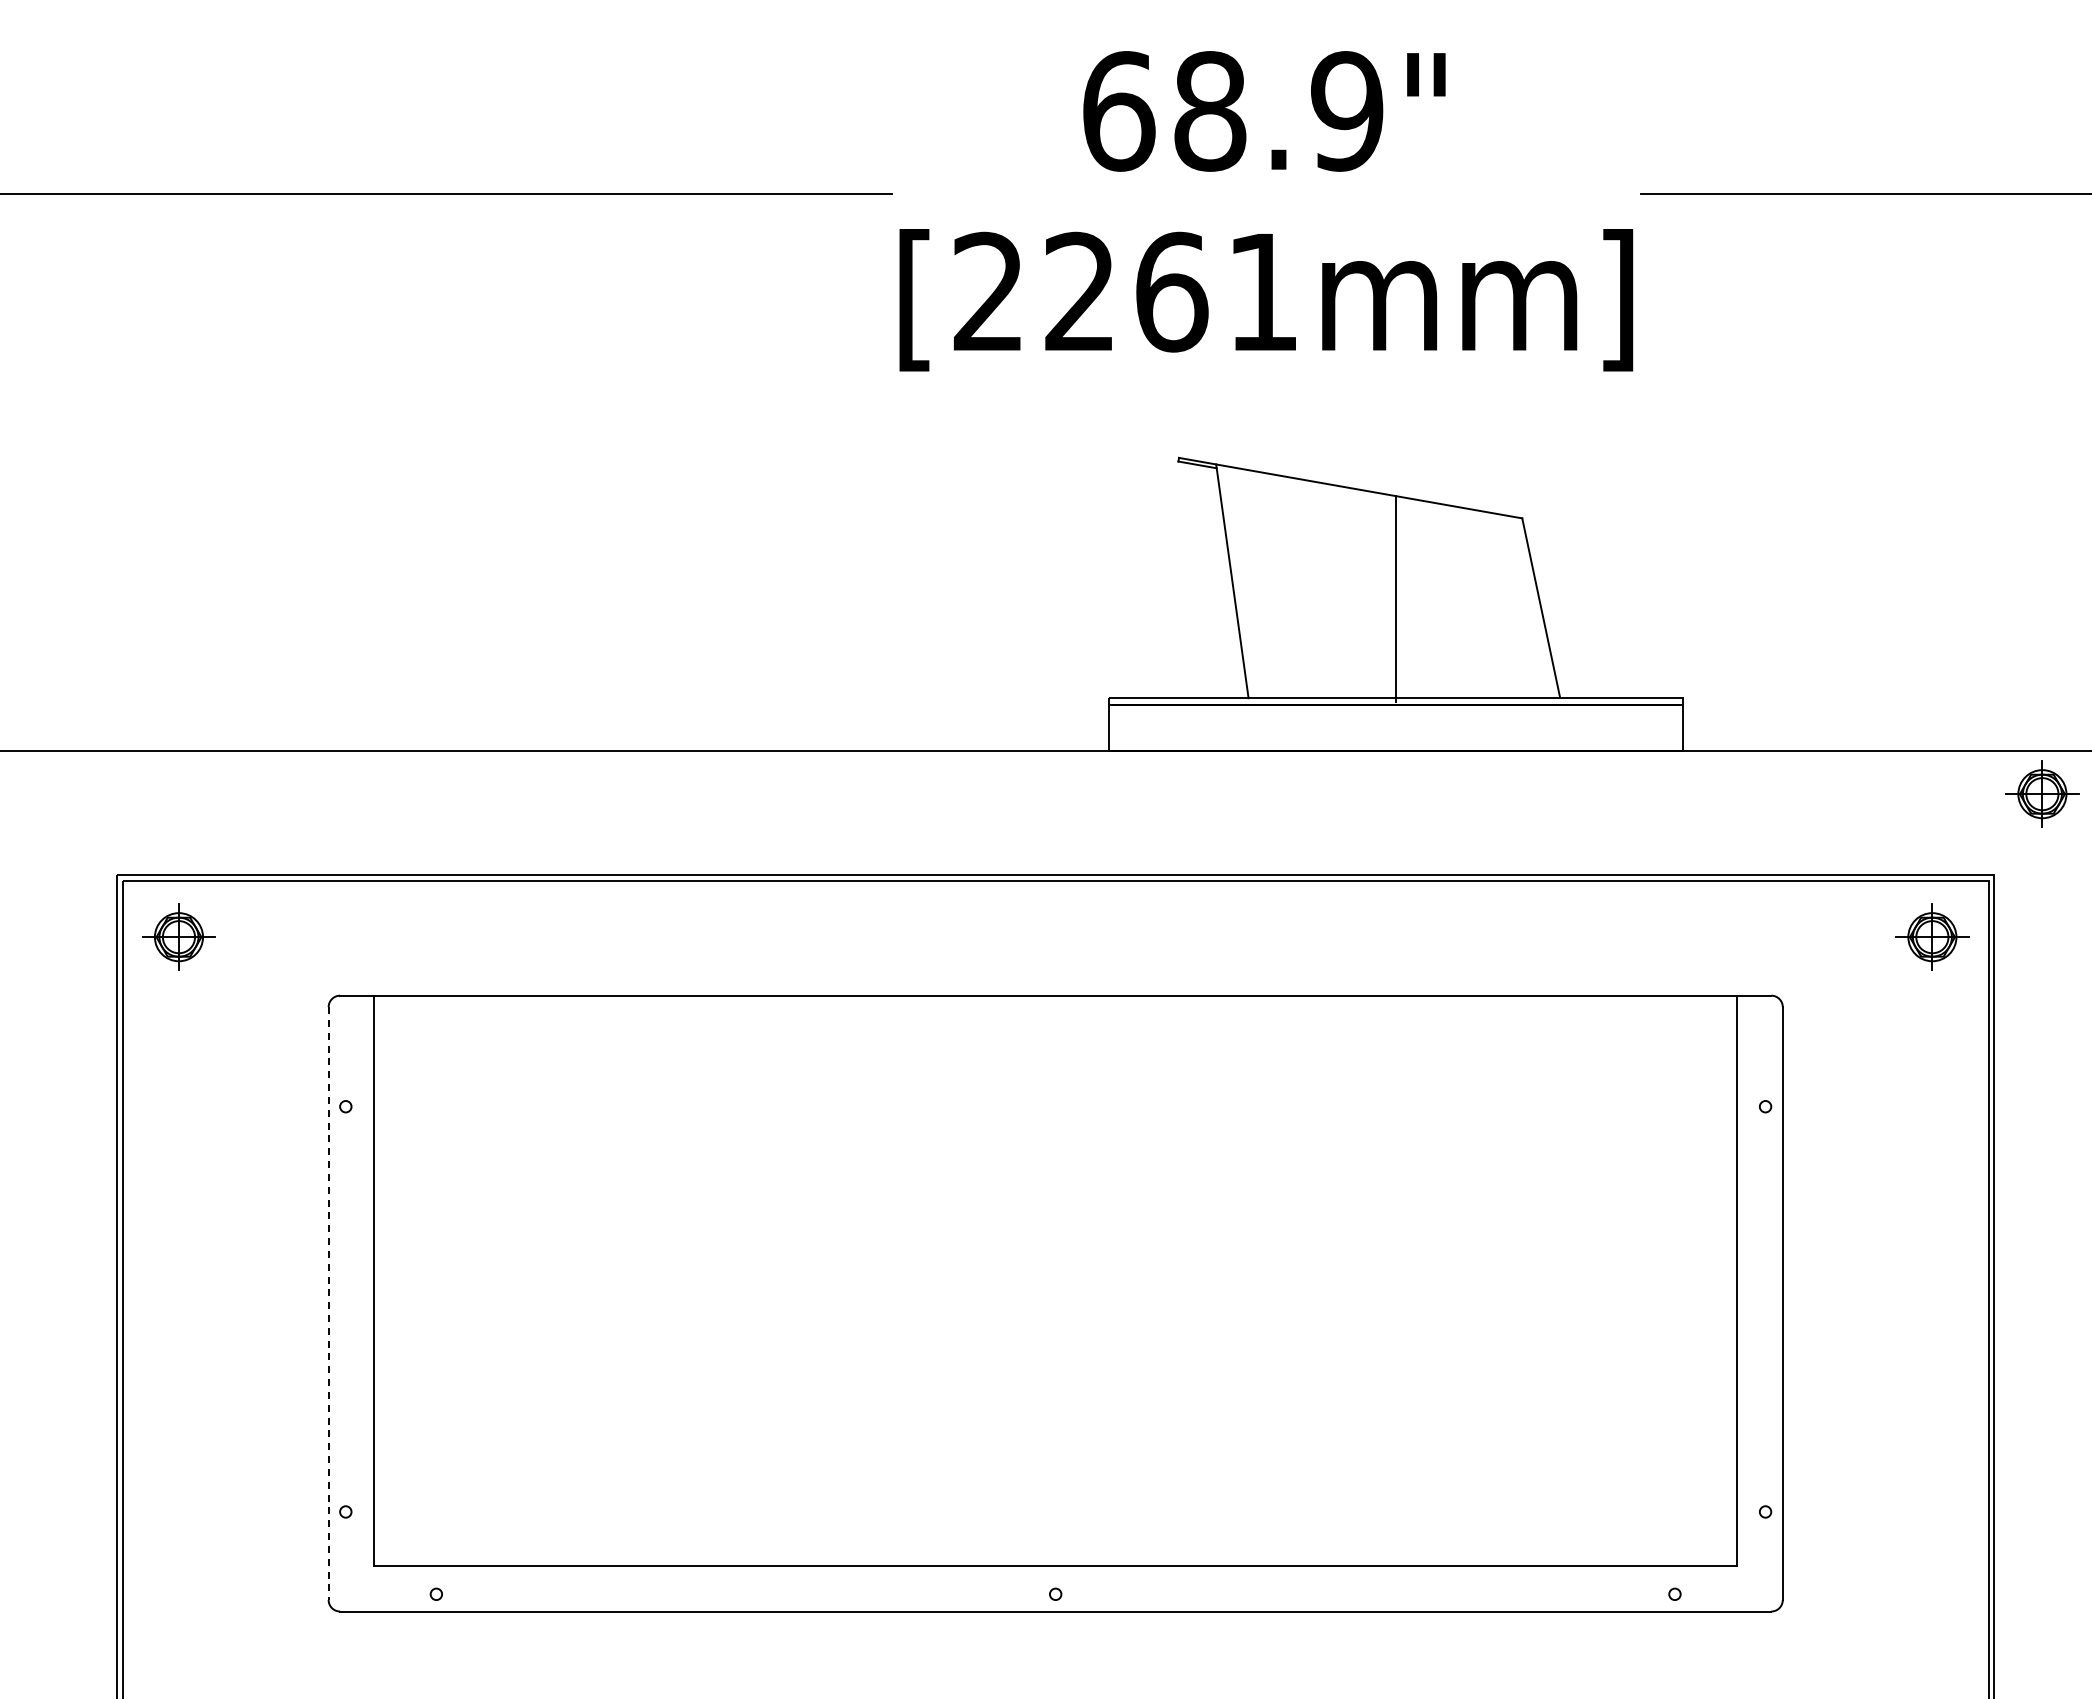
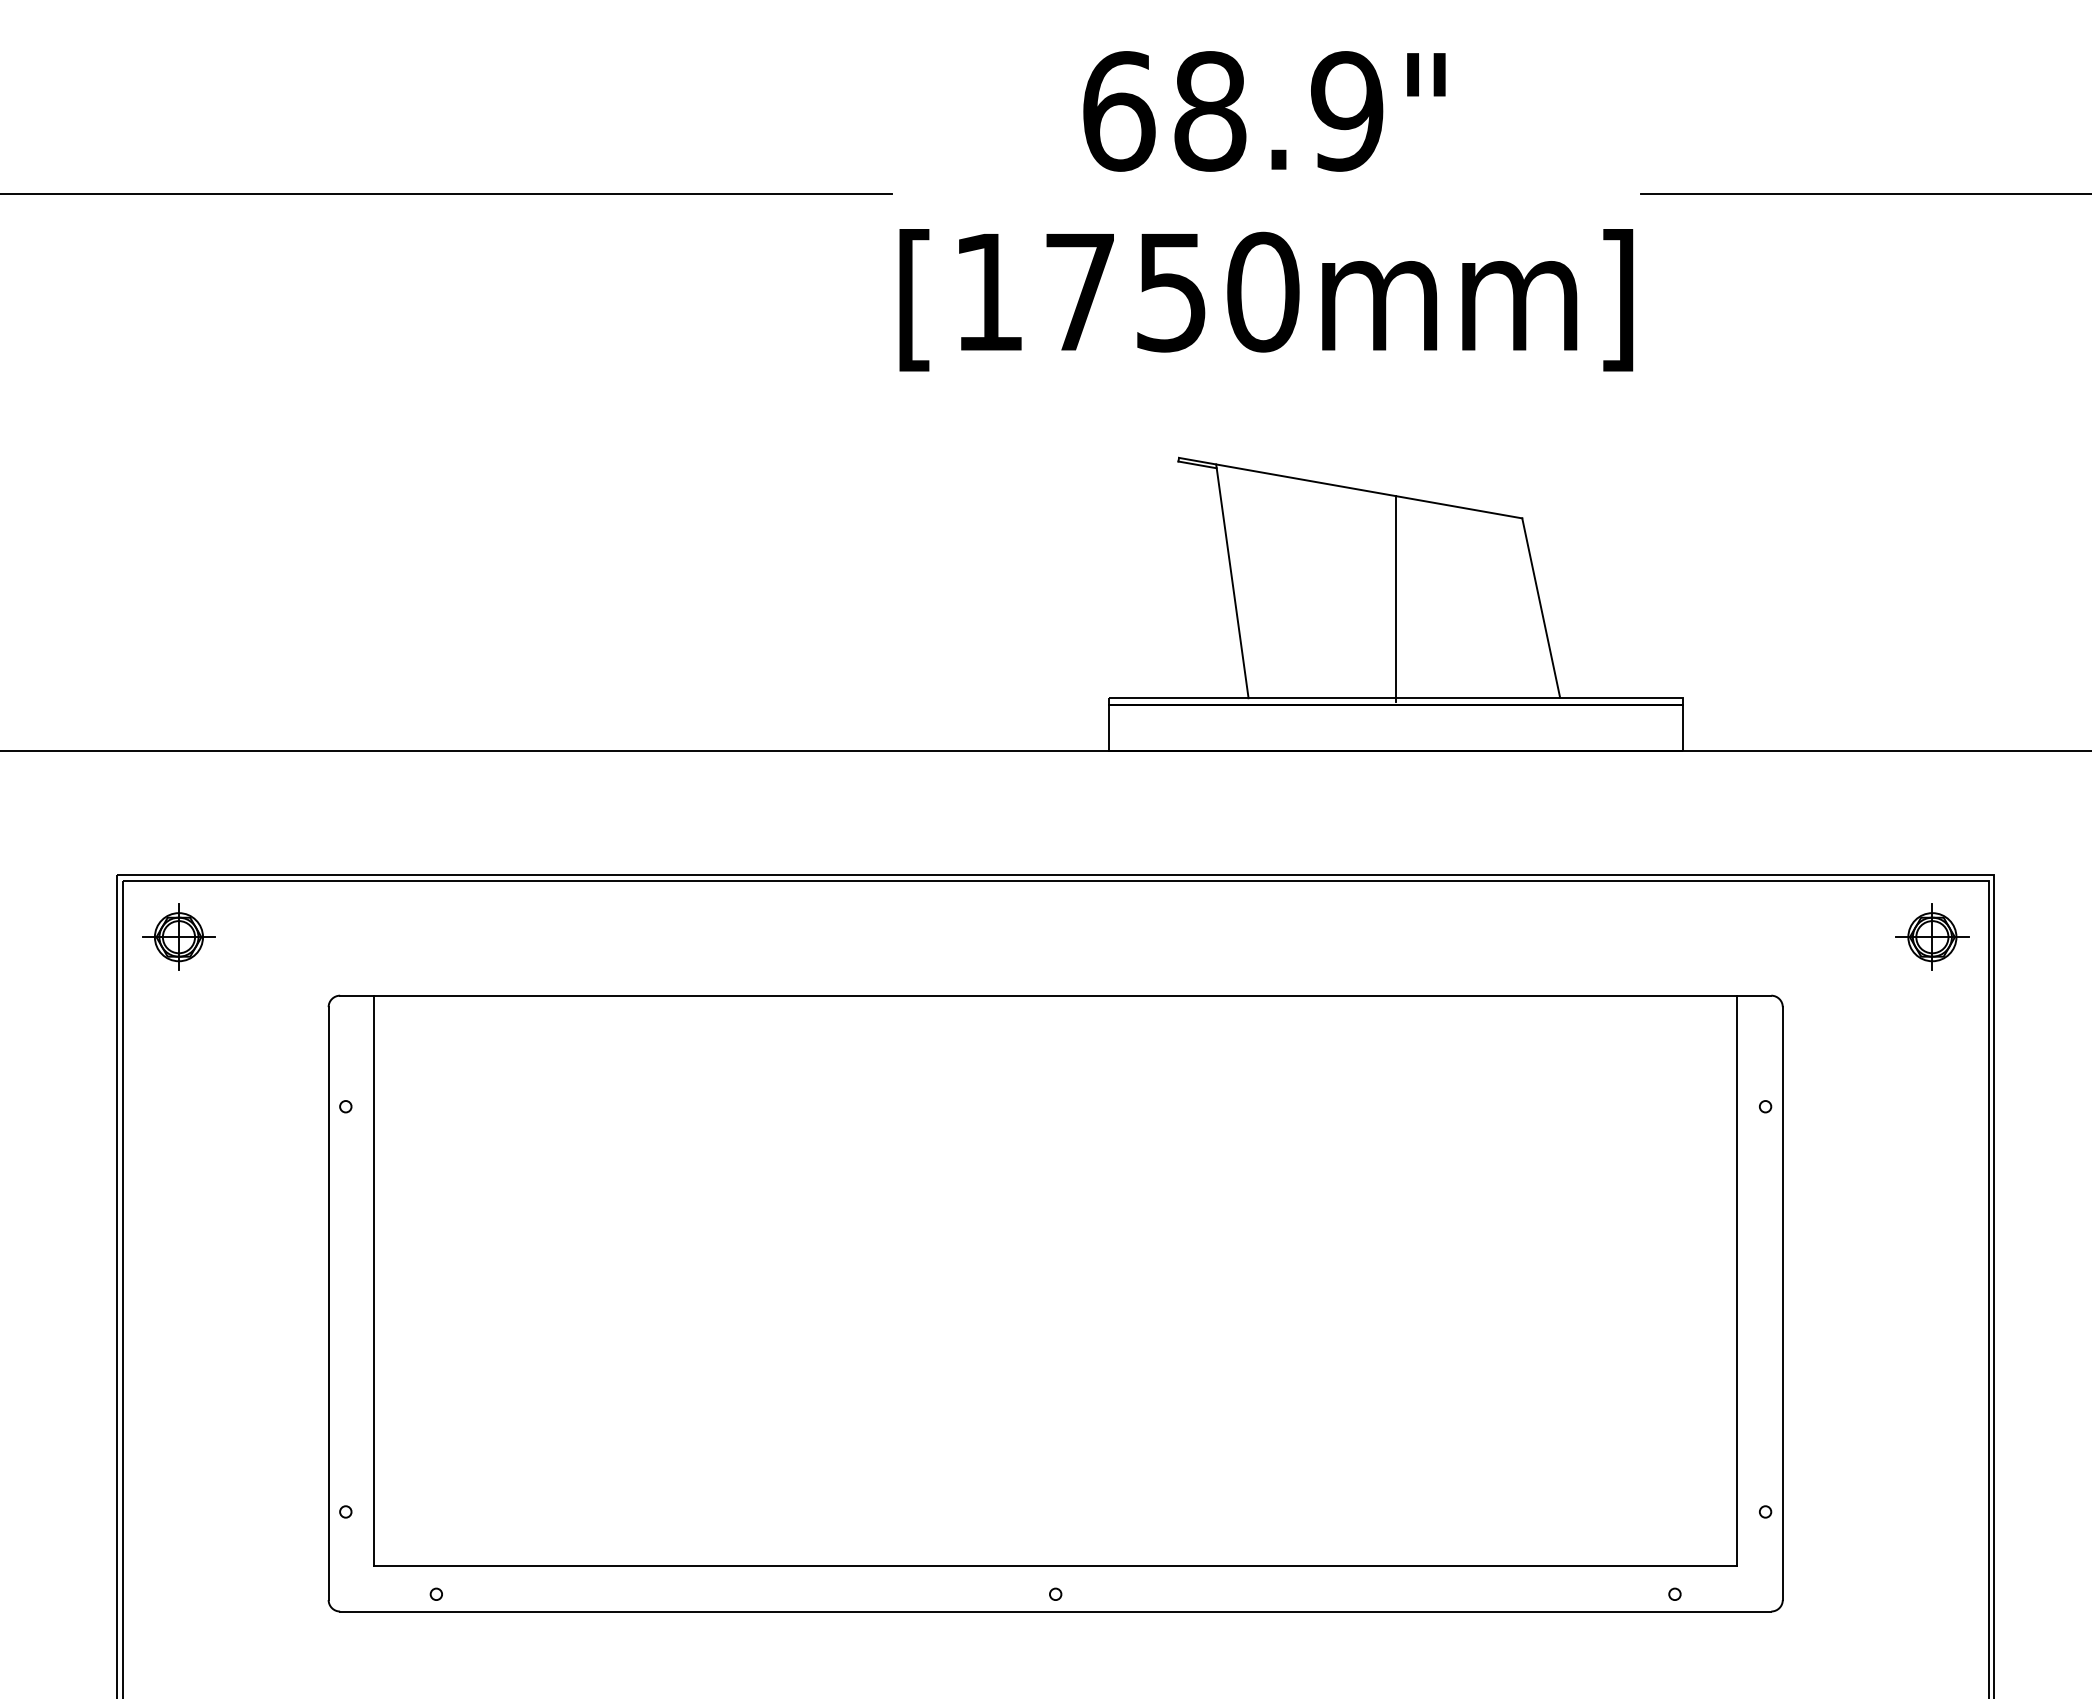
text at (1126, 291): [2261mm] -> [1750mm]
part at (2042, 793): present -> none
line at (328, 1304): dashed -> solid
